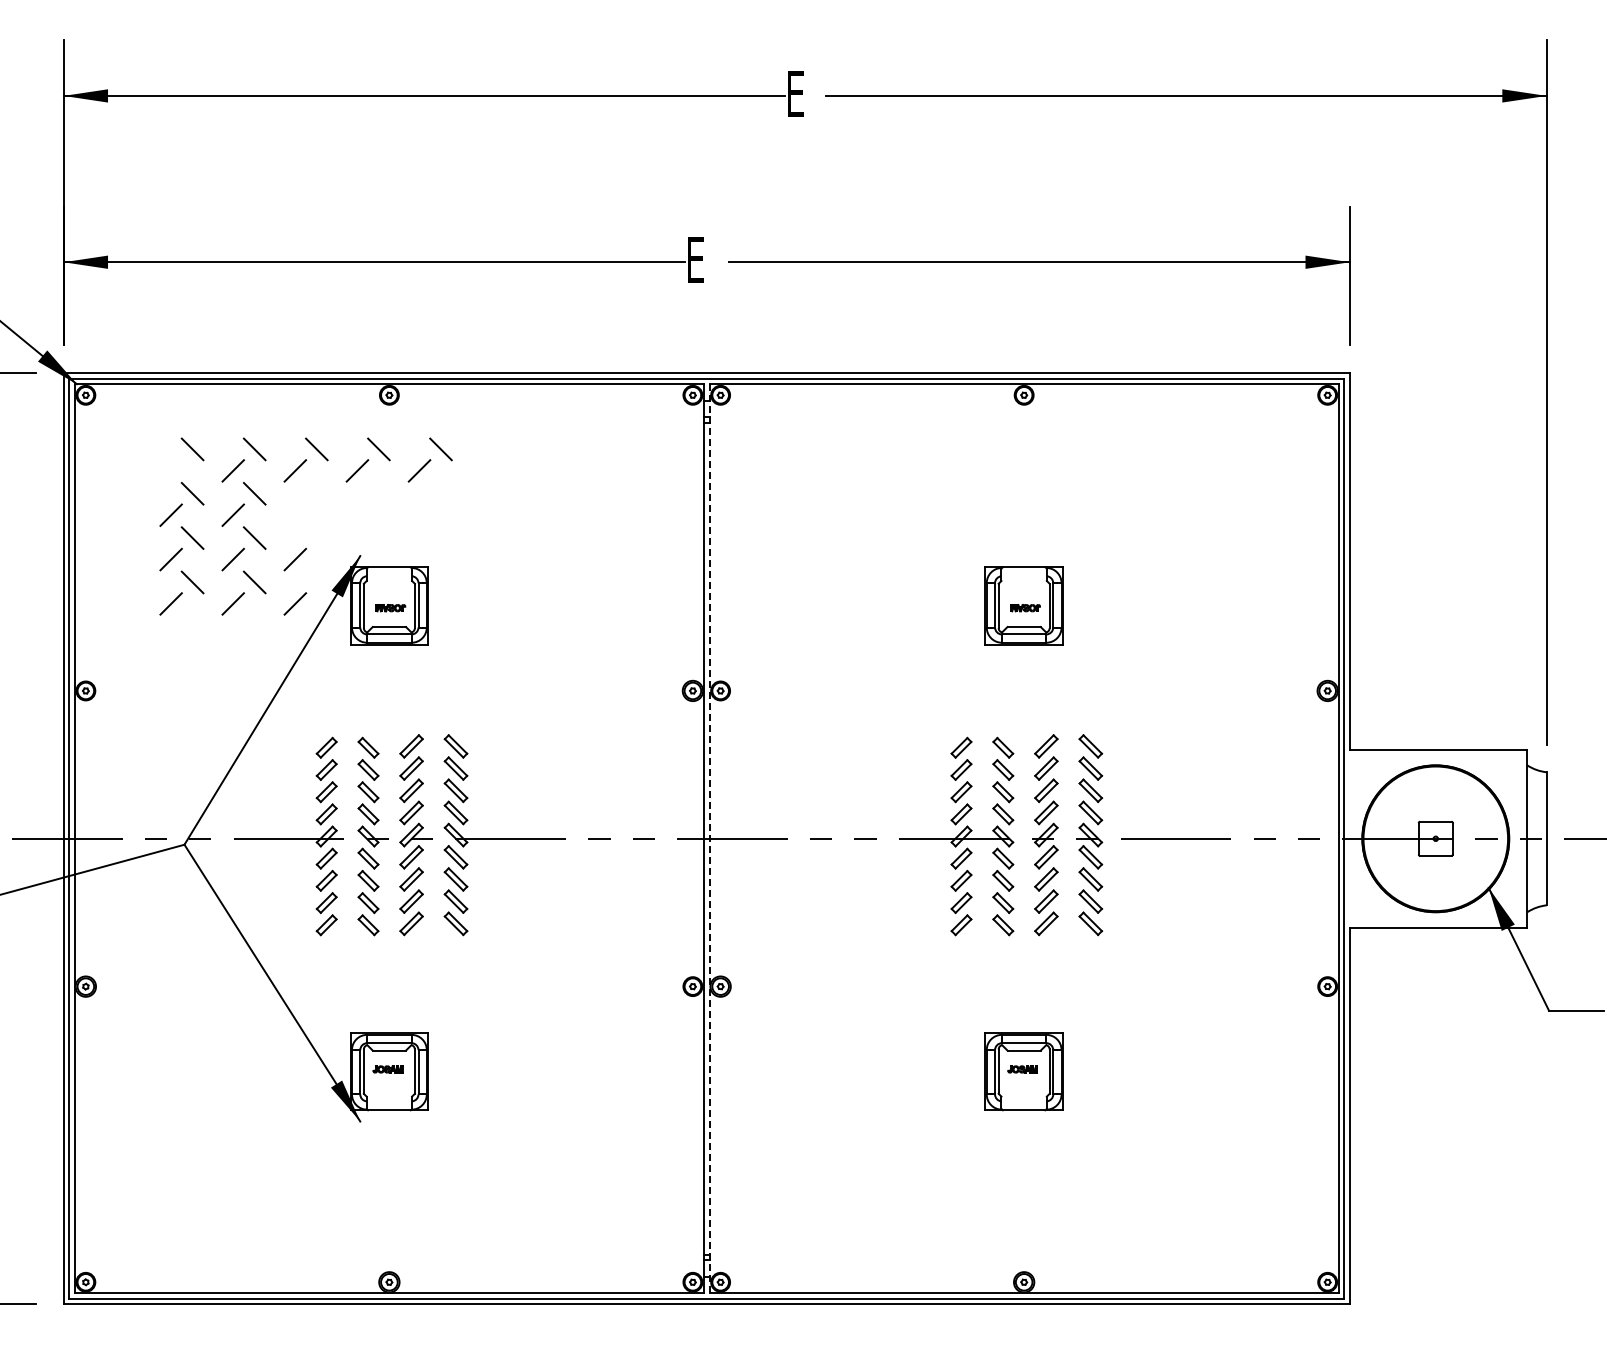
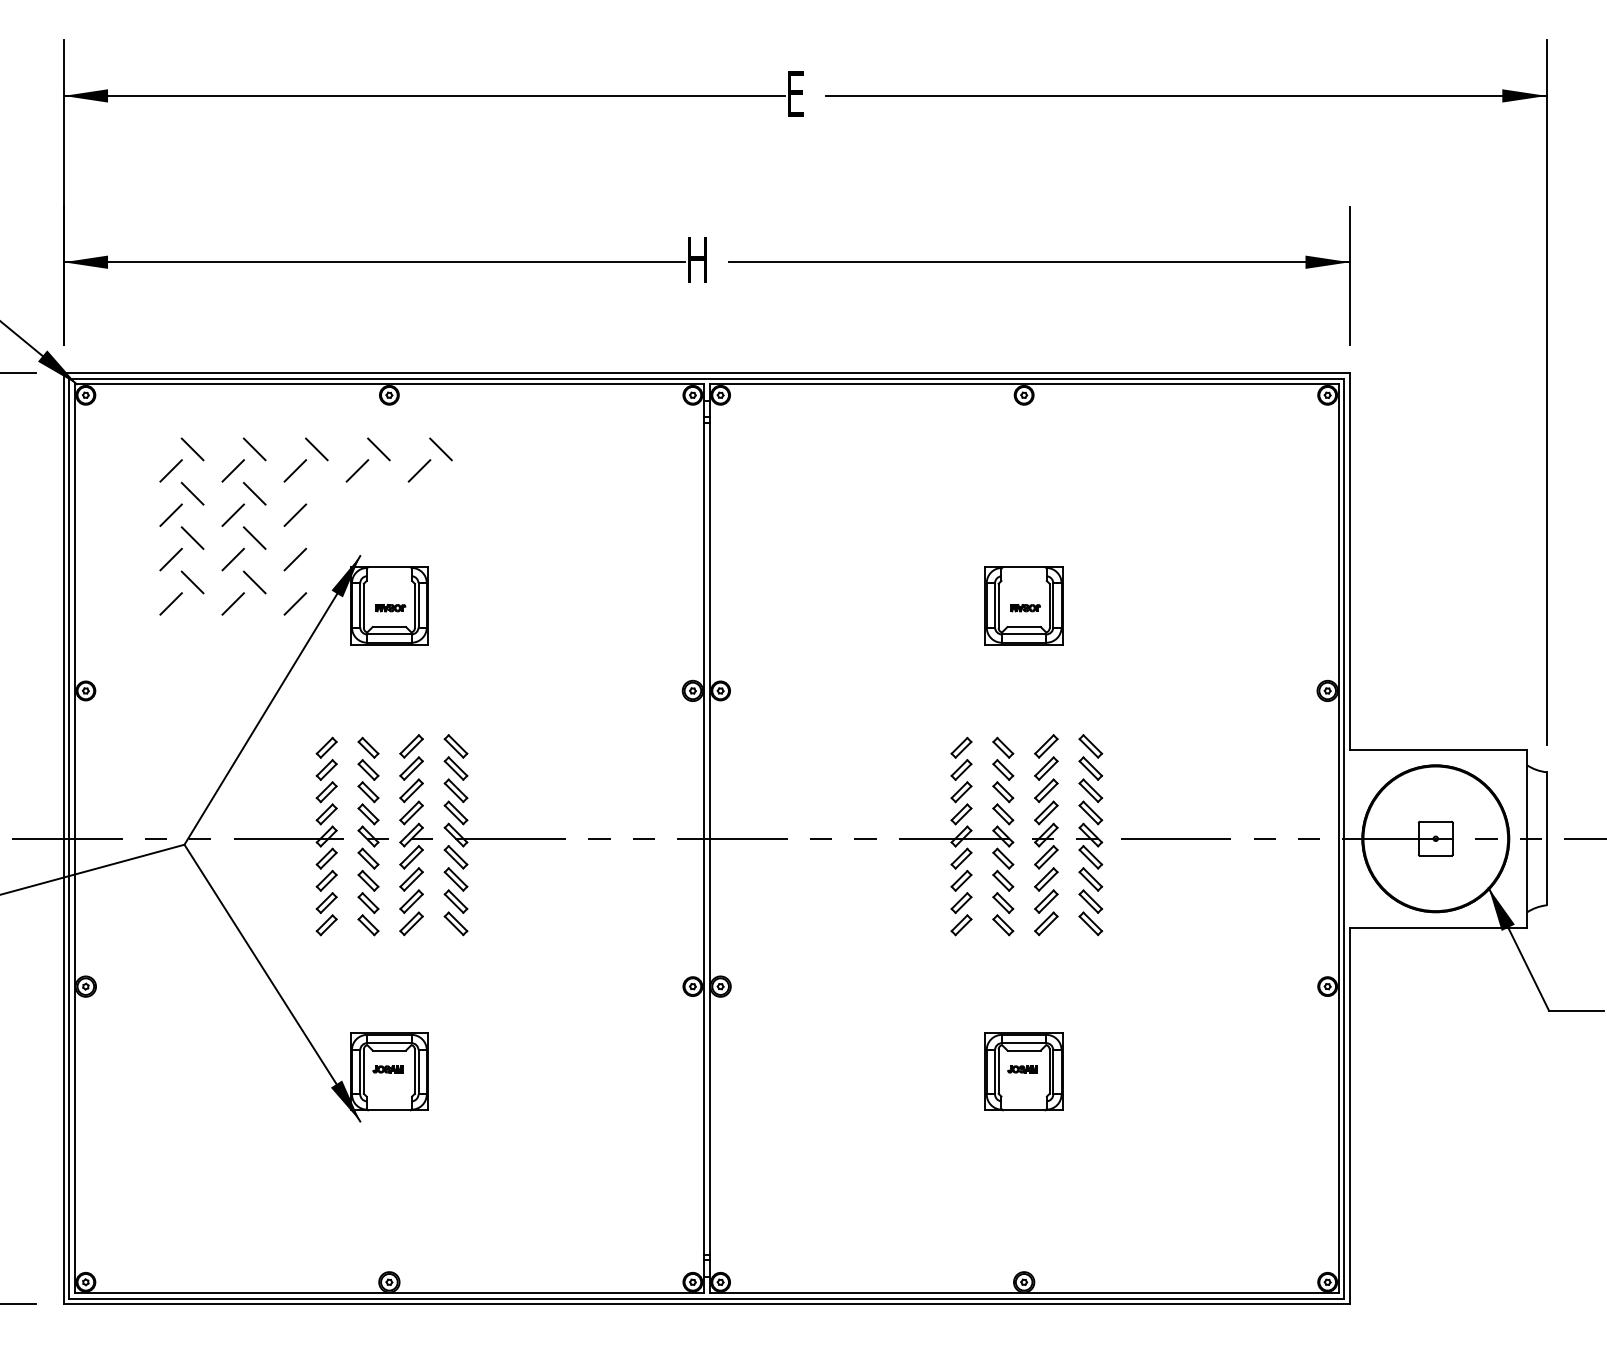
text at (698, 259): E -> H
line at (170, 470): none -> present
line at (295, 514): none -> present
line at (709, 838): dashed -> solid
